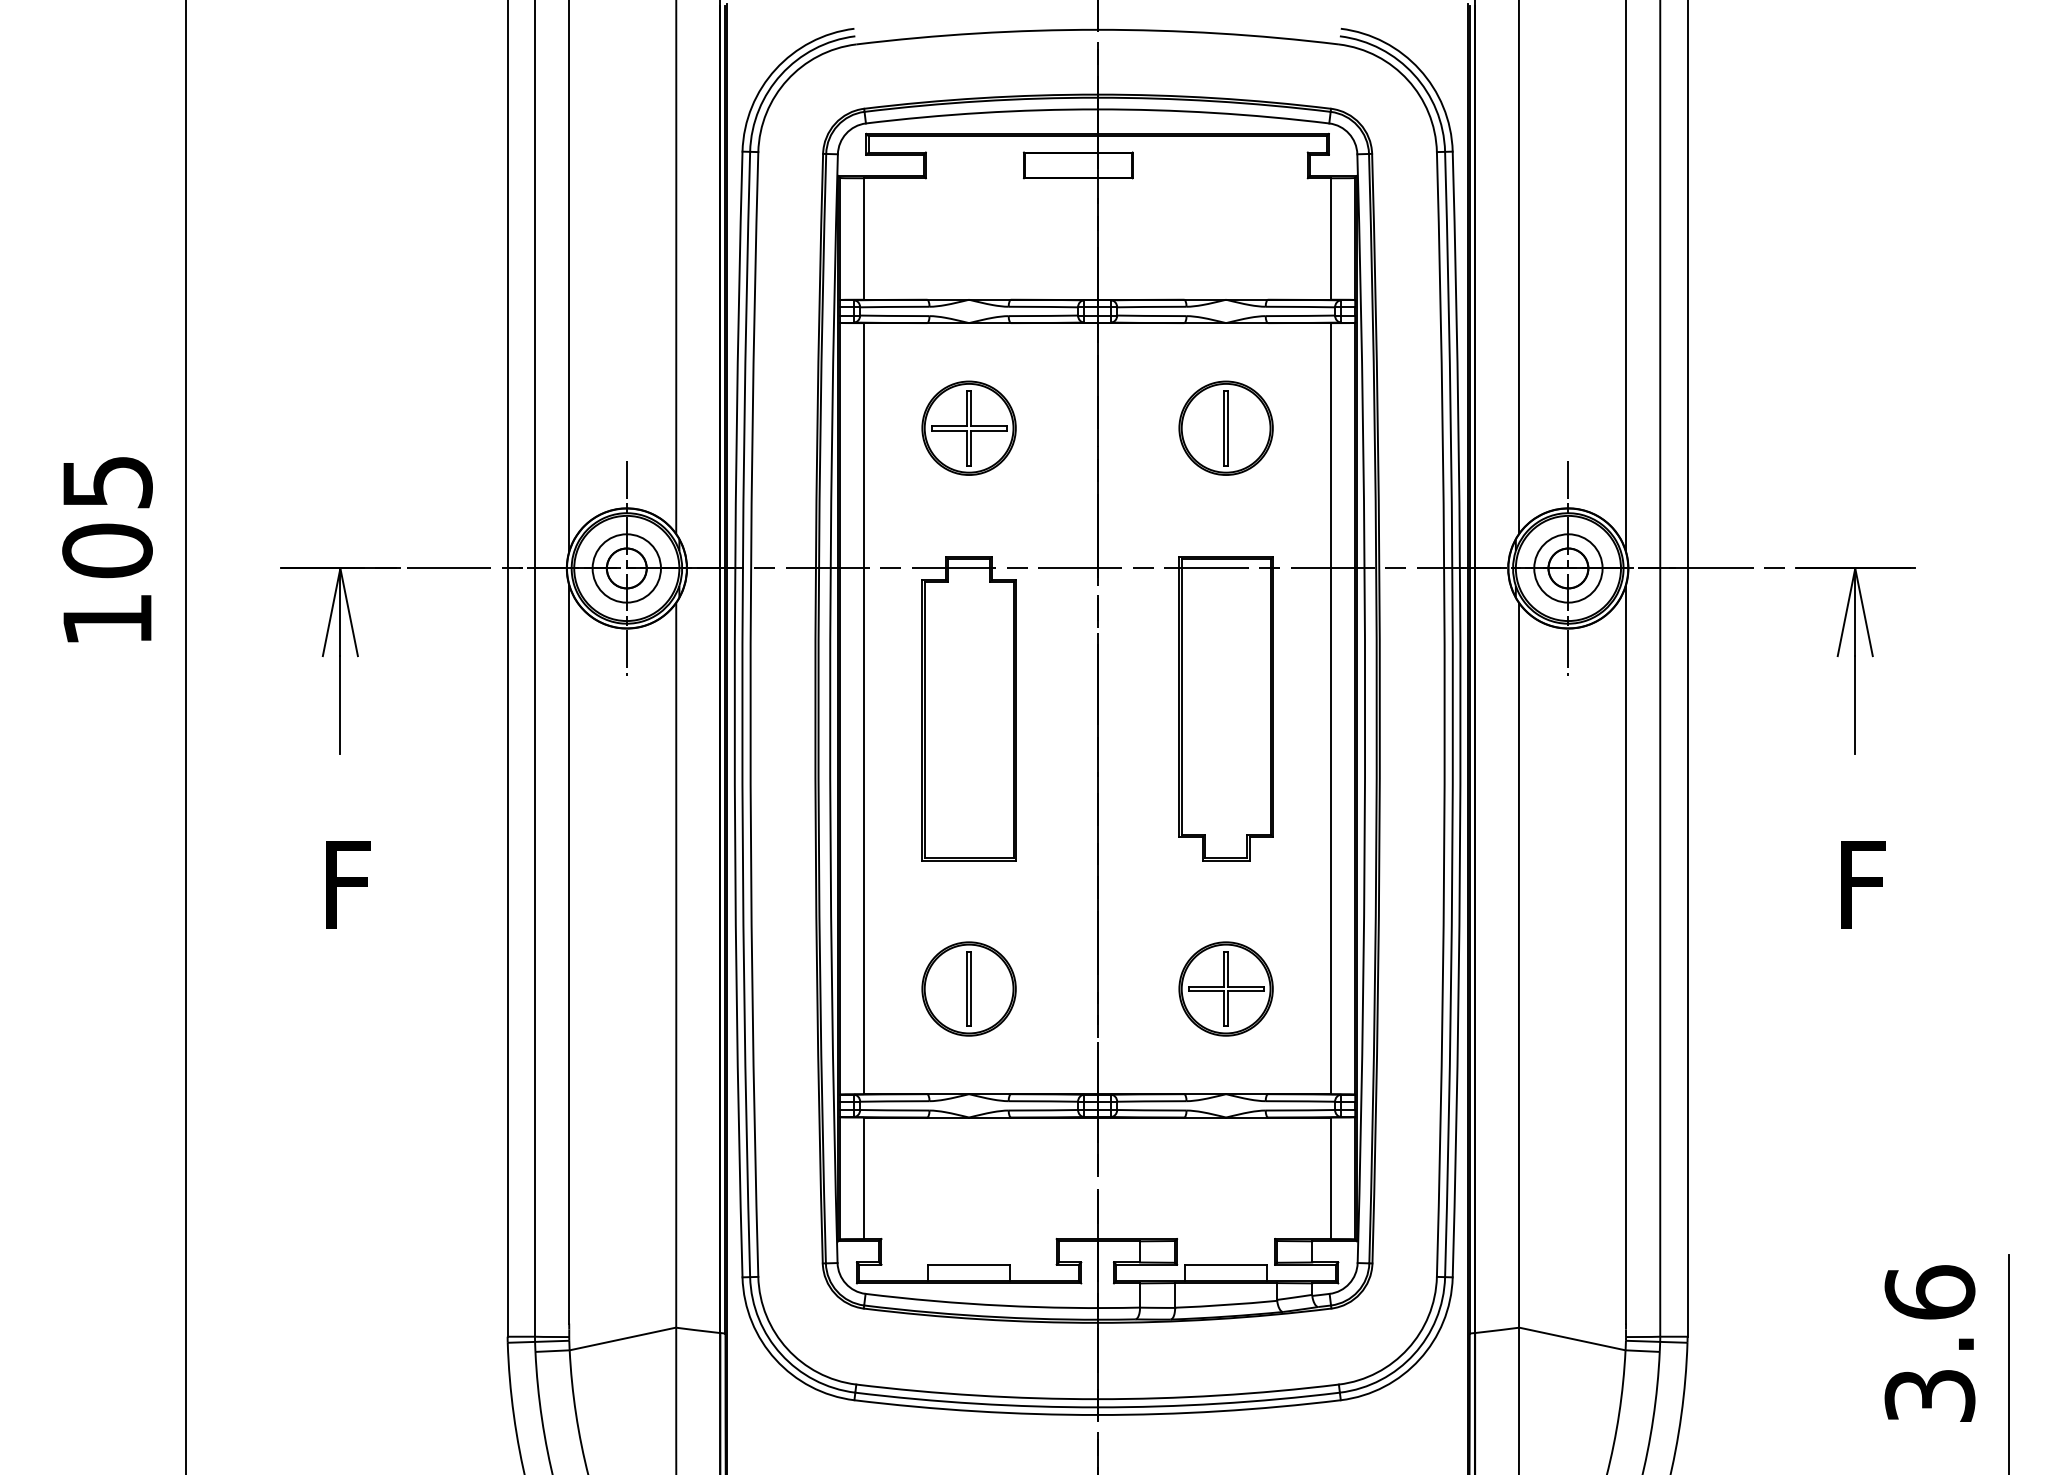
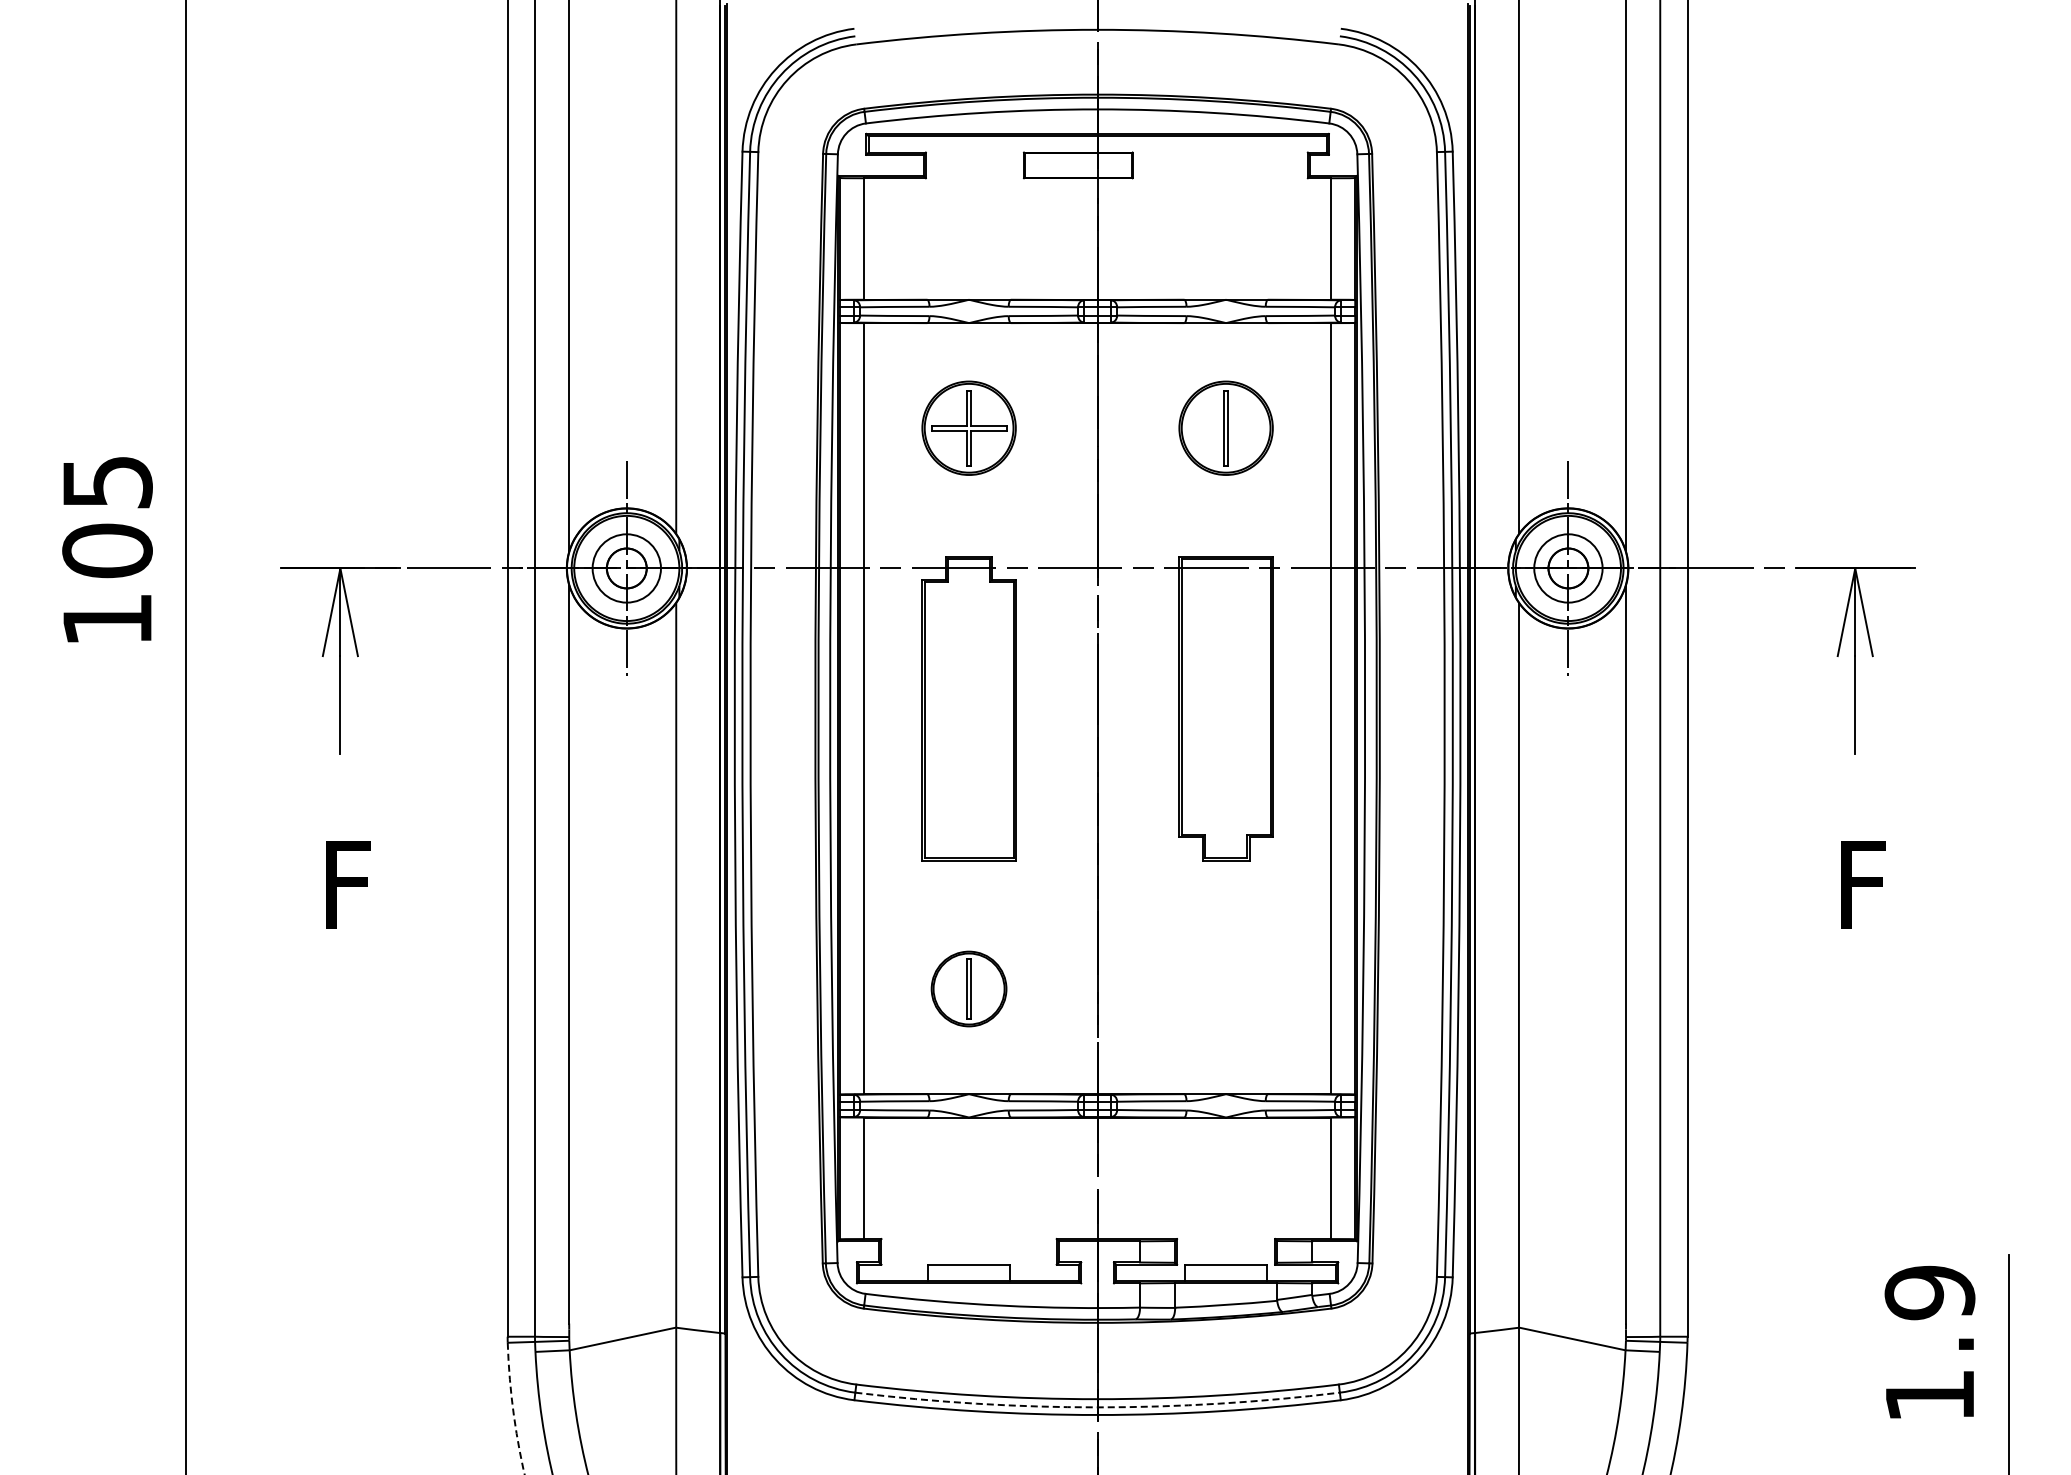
part at (968, 988) size: 96x96 px -> 78x78 px
part at (1225, 988): present -> none
text at (1929, 1343): 3.6 -> 1.9
arc at (1097, 1407): solid -> dashed
arc at (513, 1409): solid -> dashed
